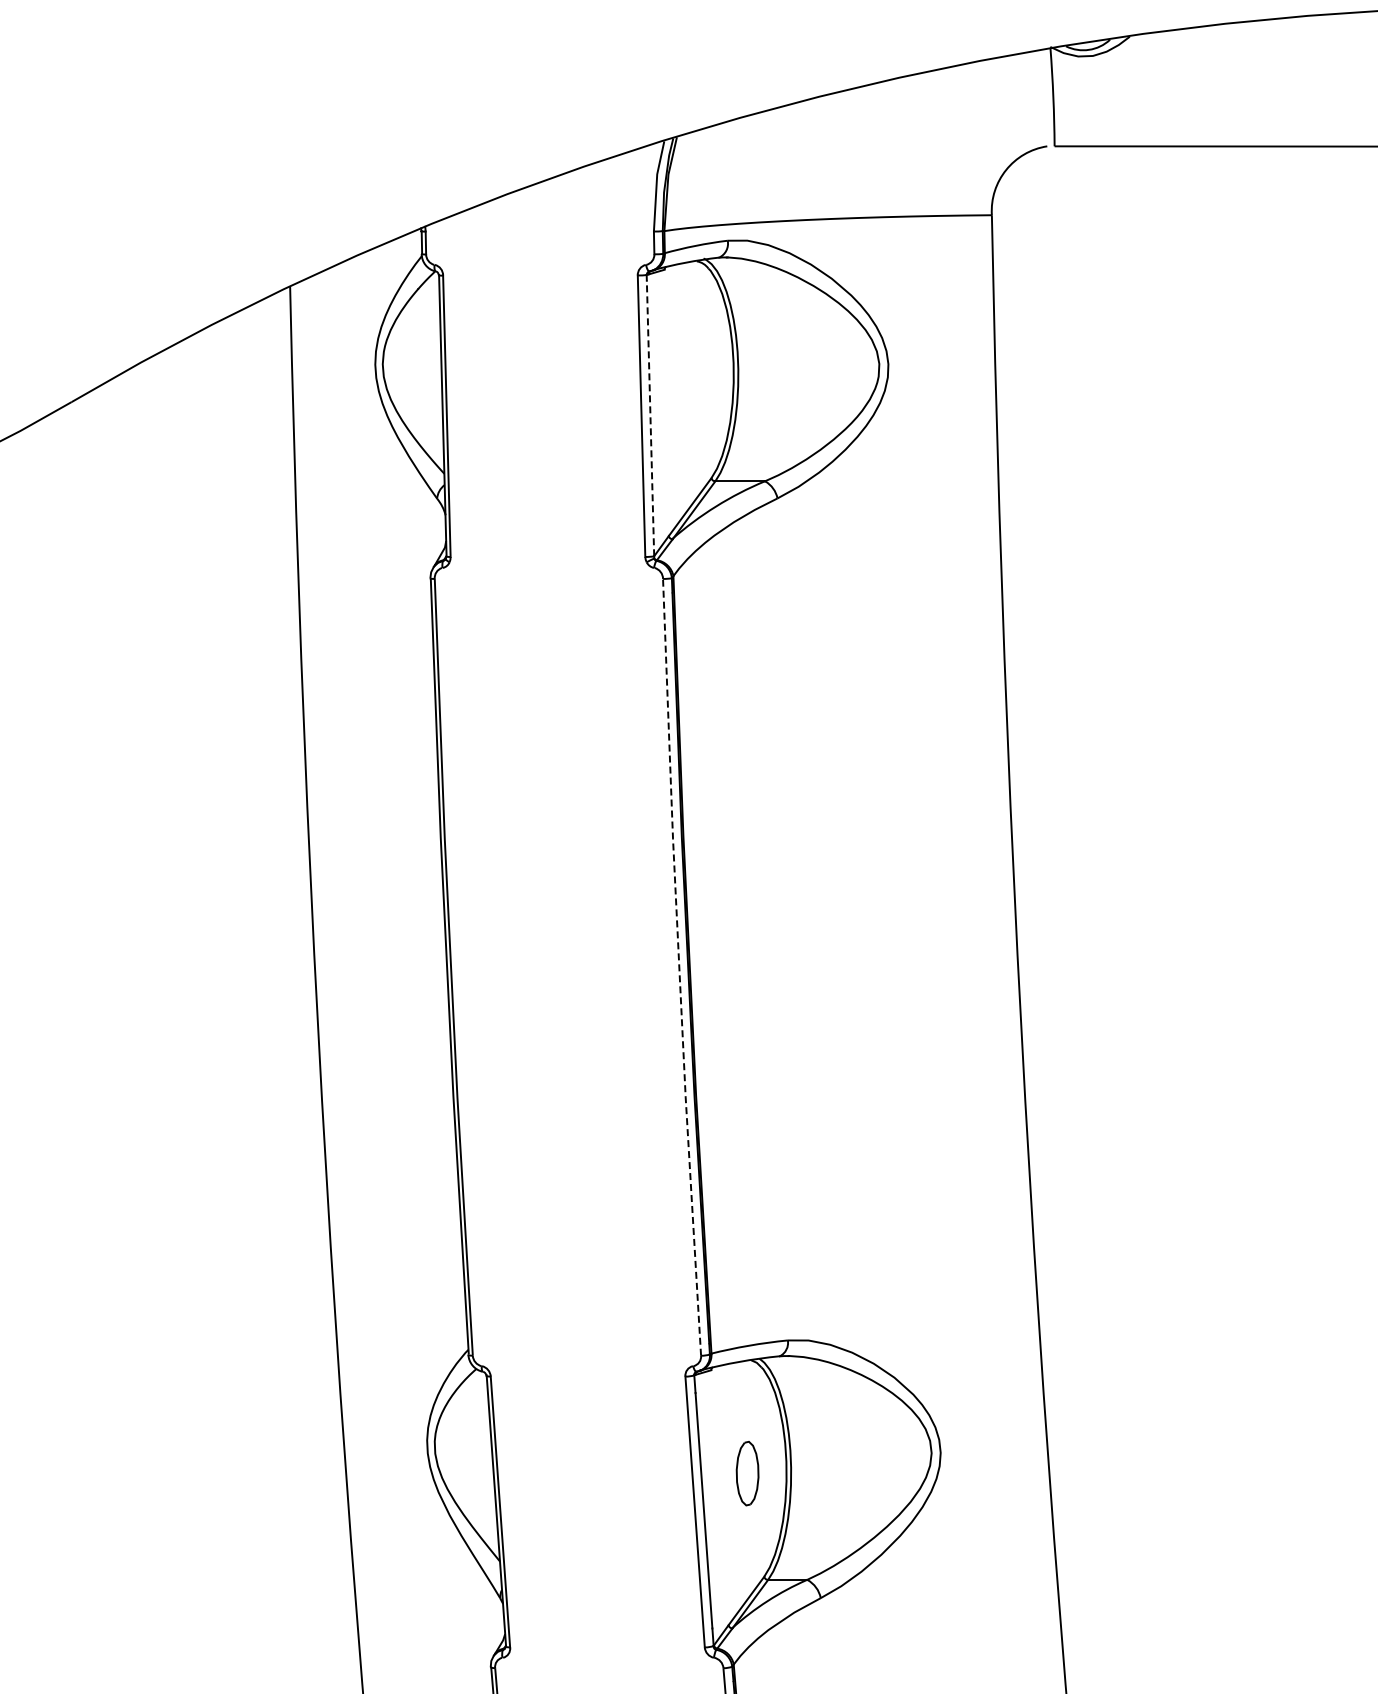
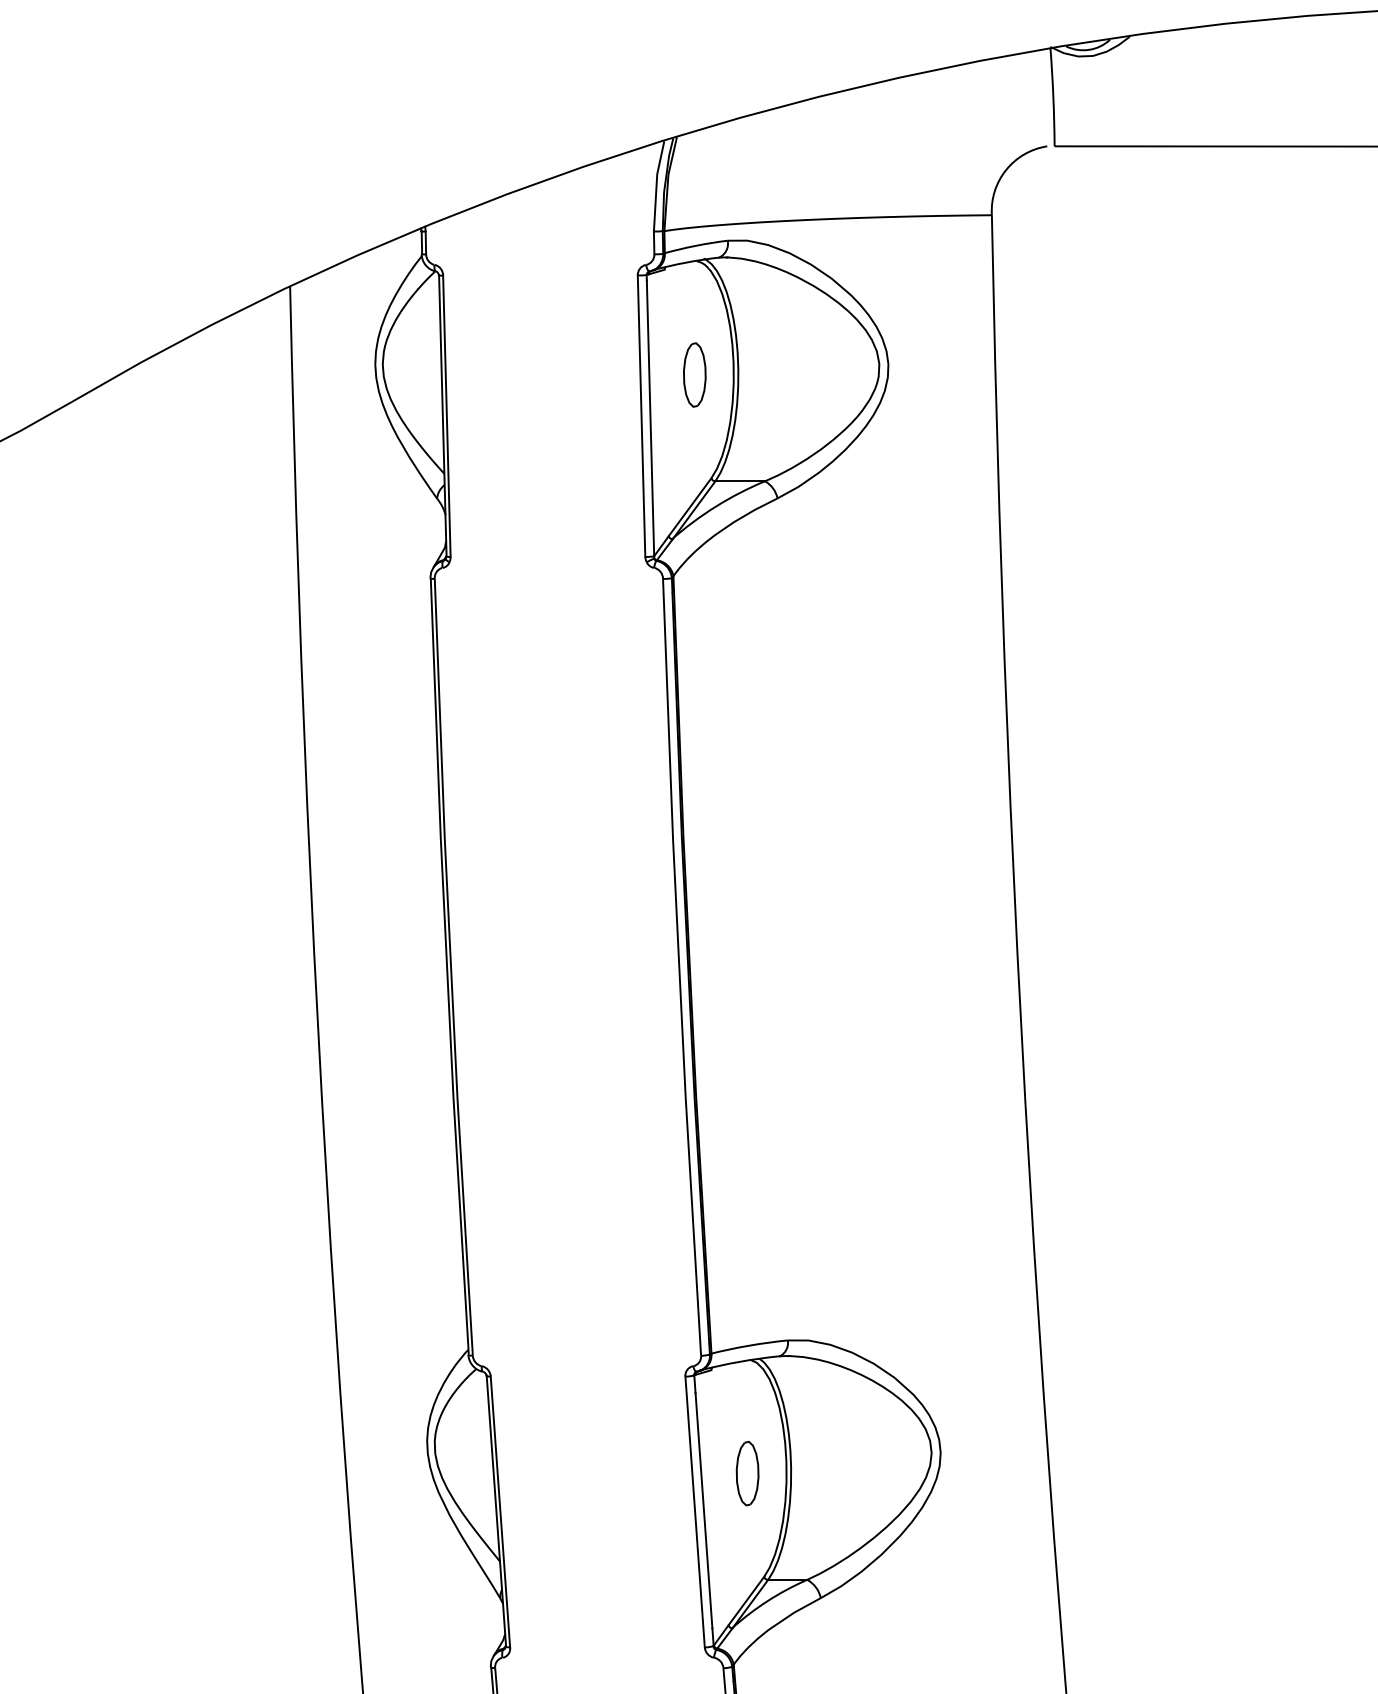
part at (694, 374): none -> present
line at (650, 418): dashed -> solid
line at (679, 967): dashed -> solid
